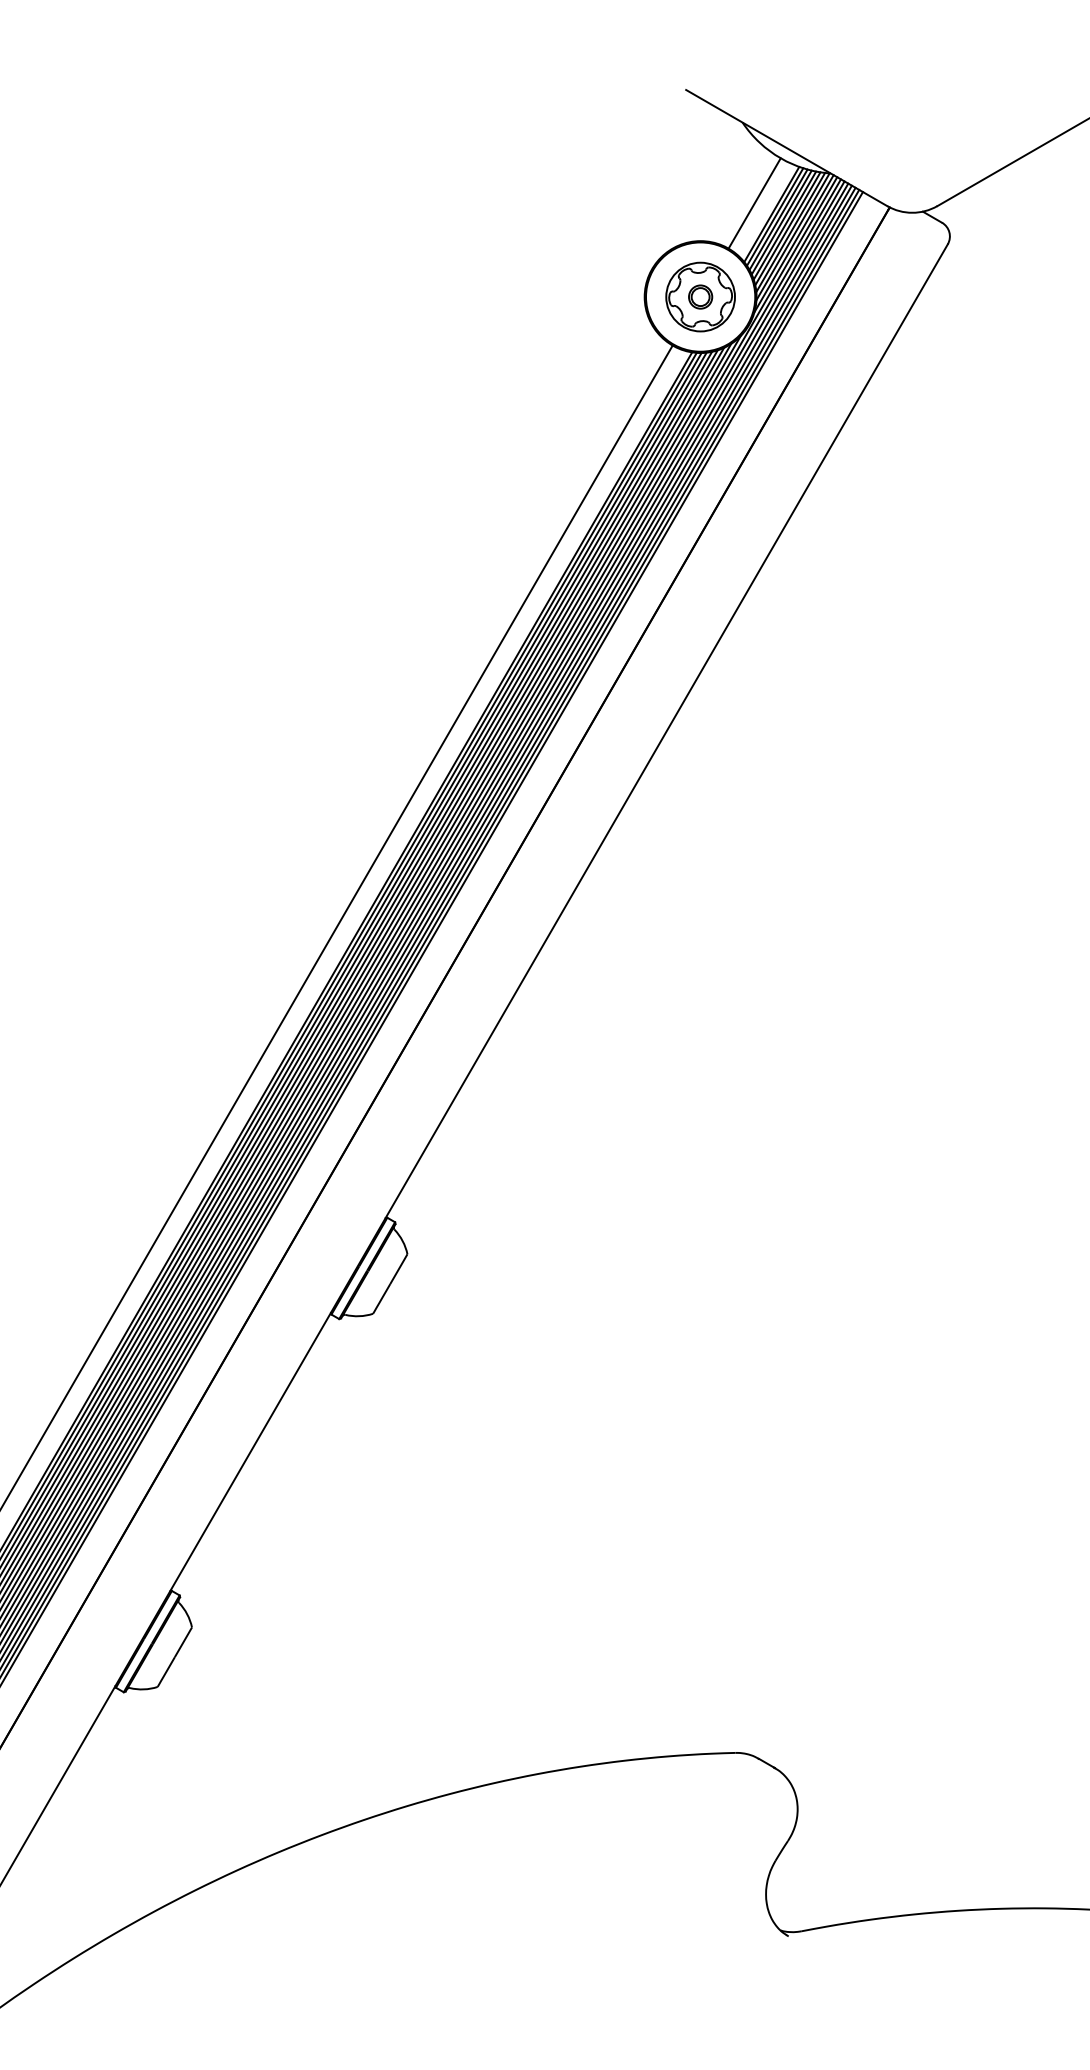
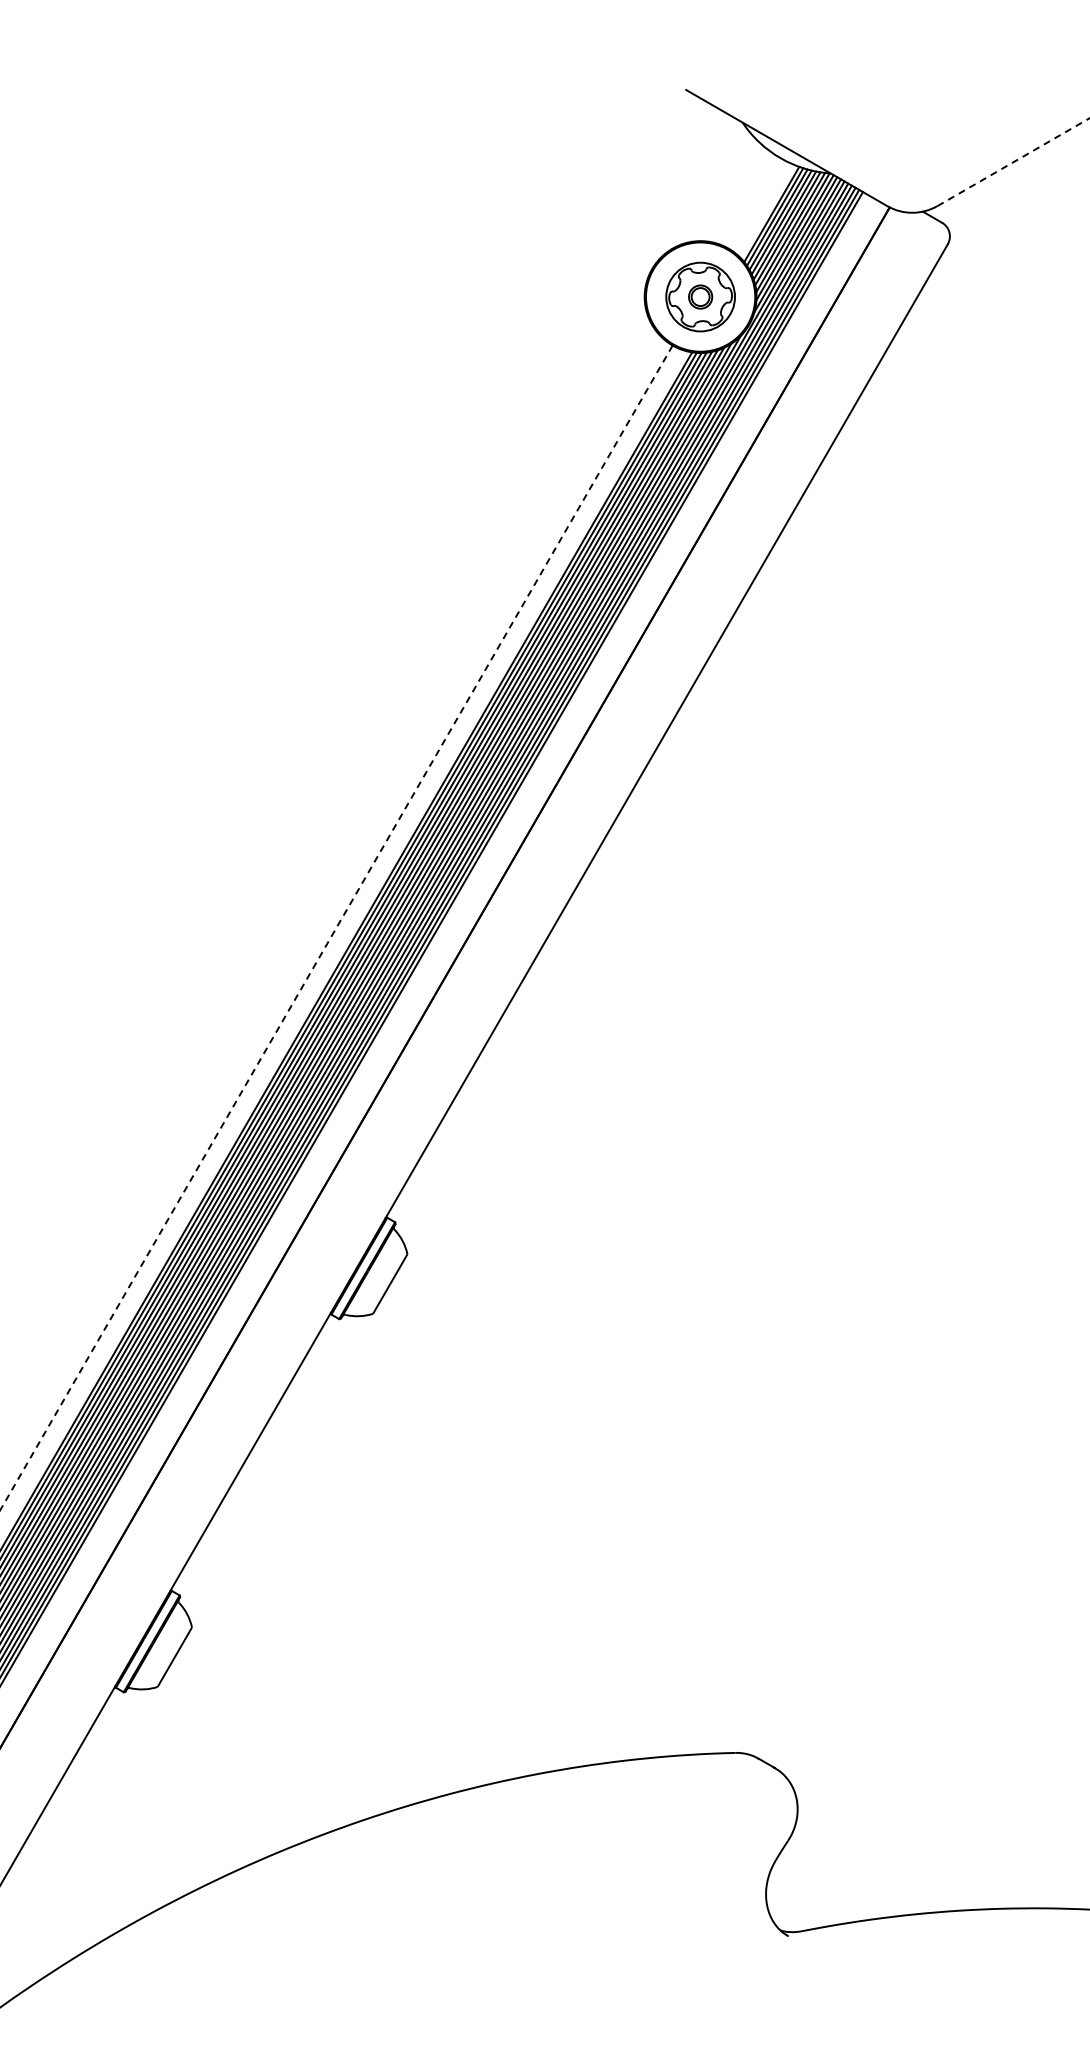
line at (1013, 162): solid -> dashed
line at (754, 203): present -> none
line at (336, 928): solid -> dashed
